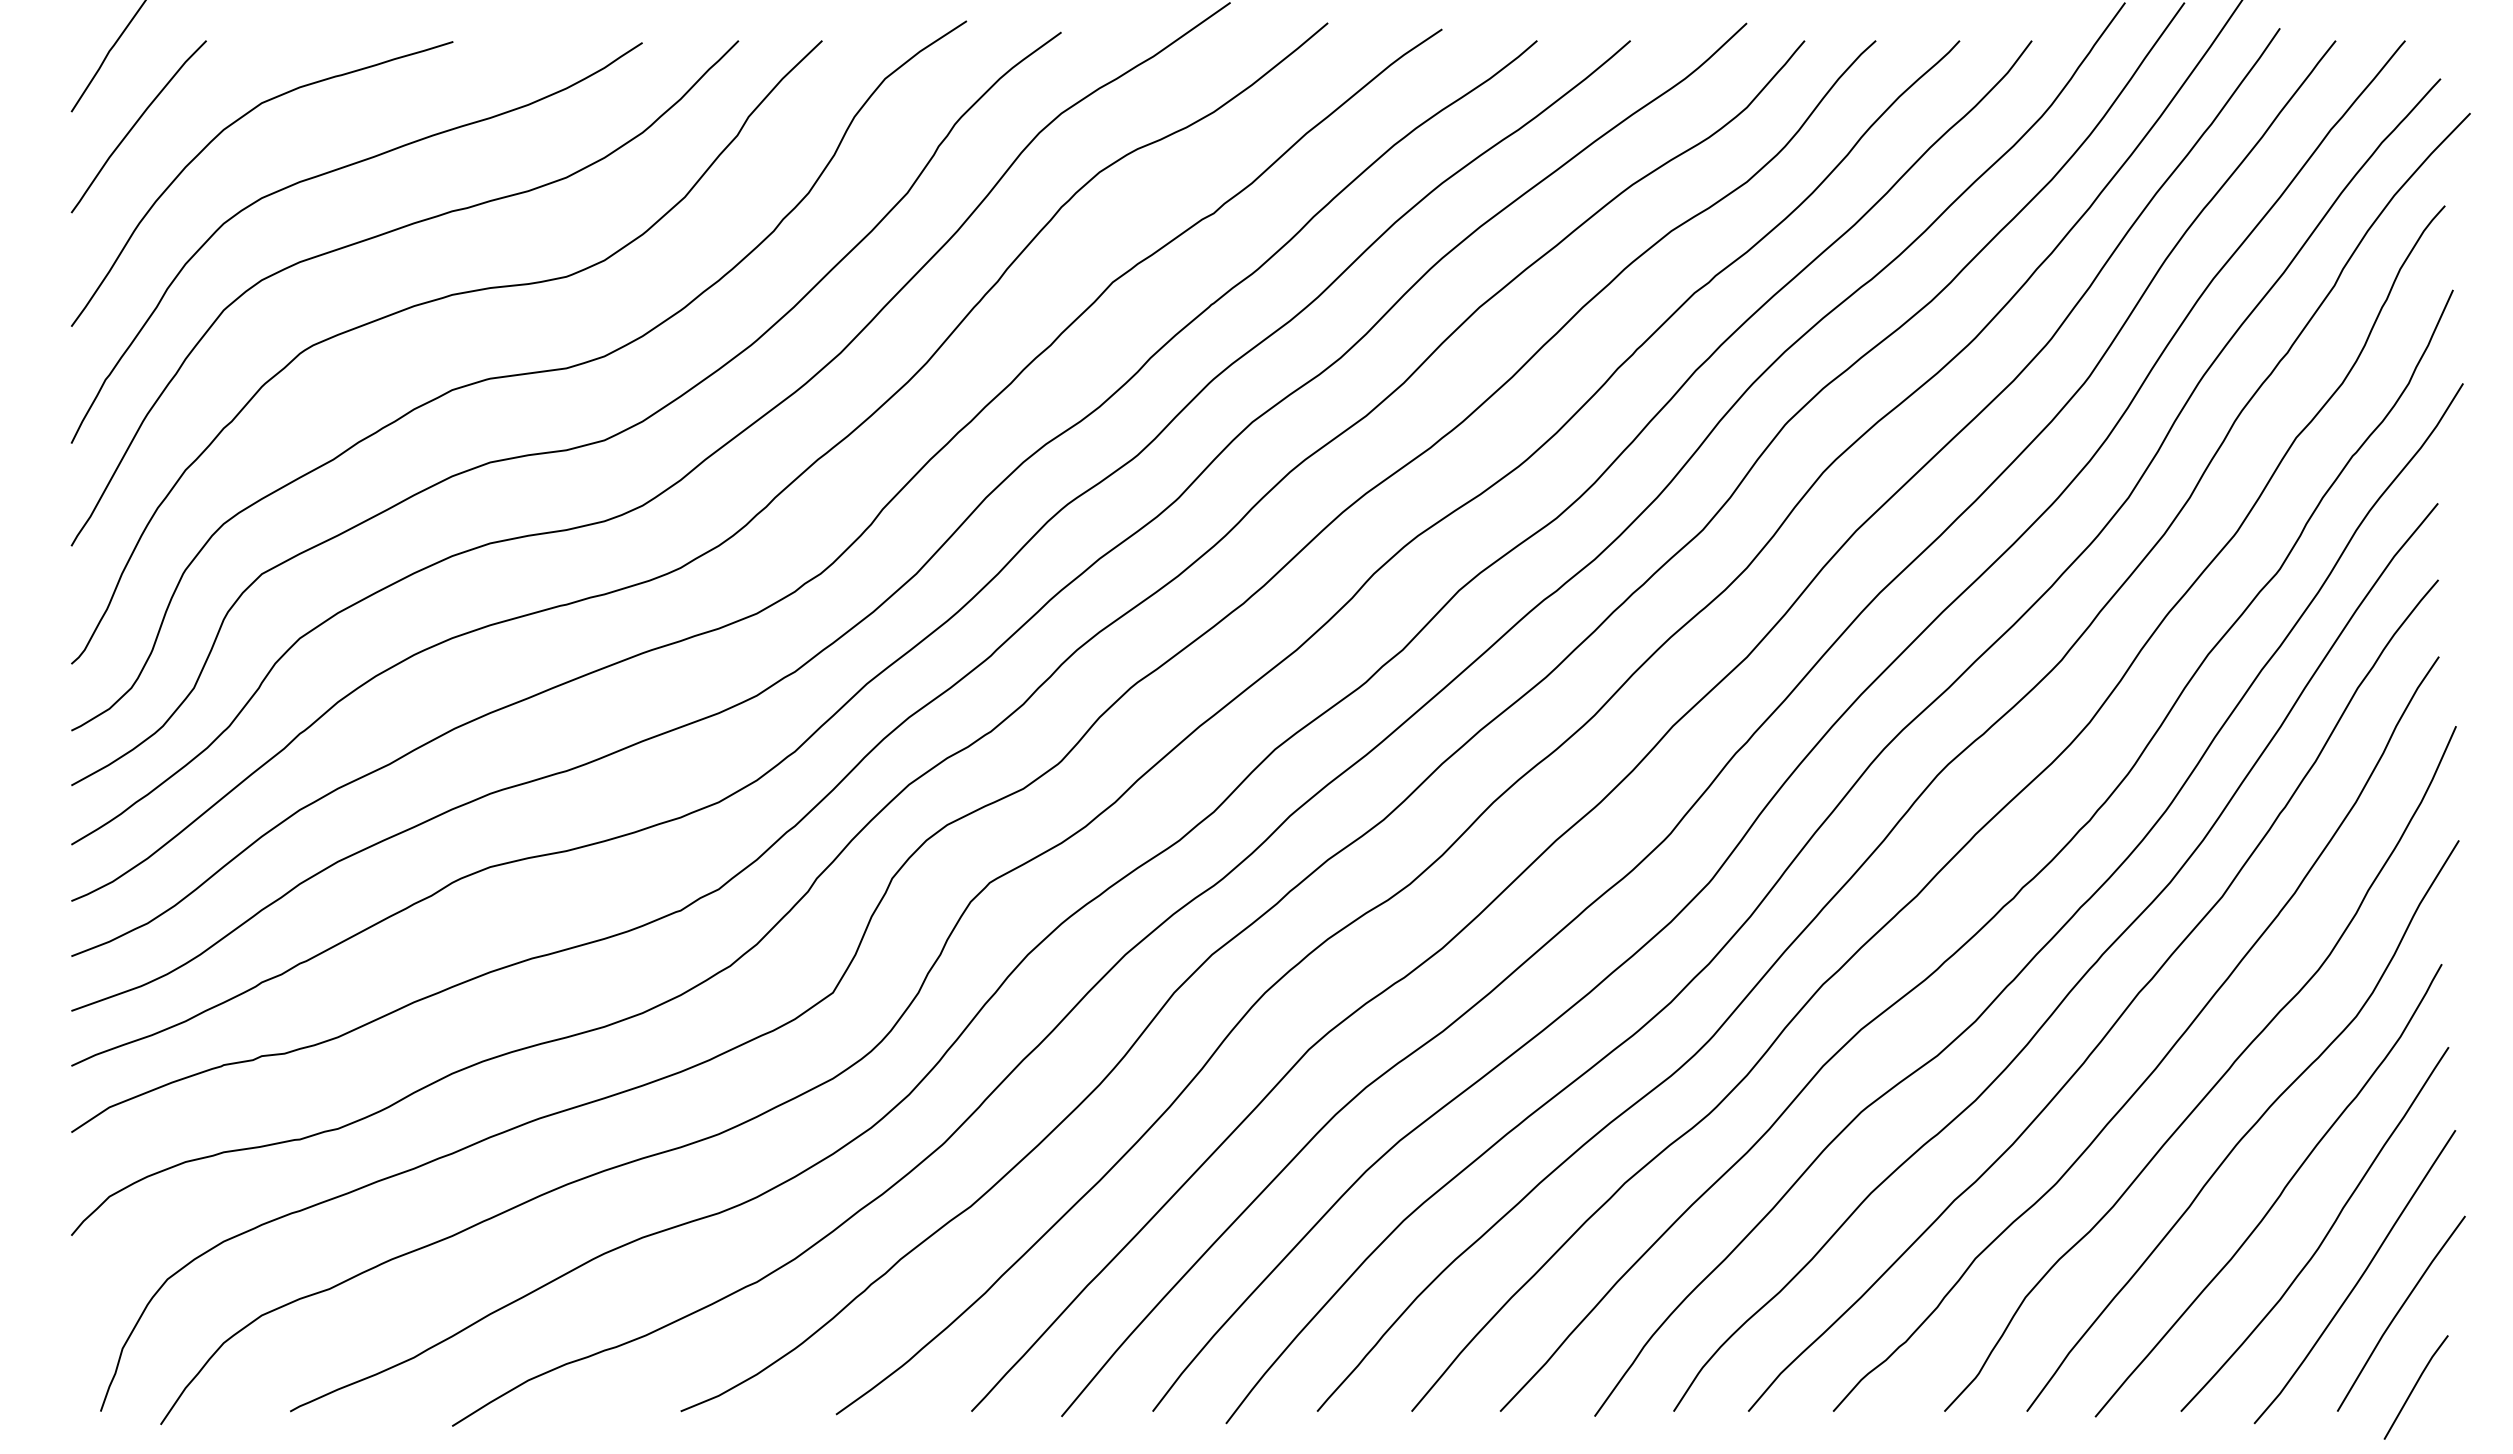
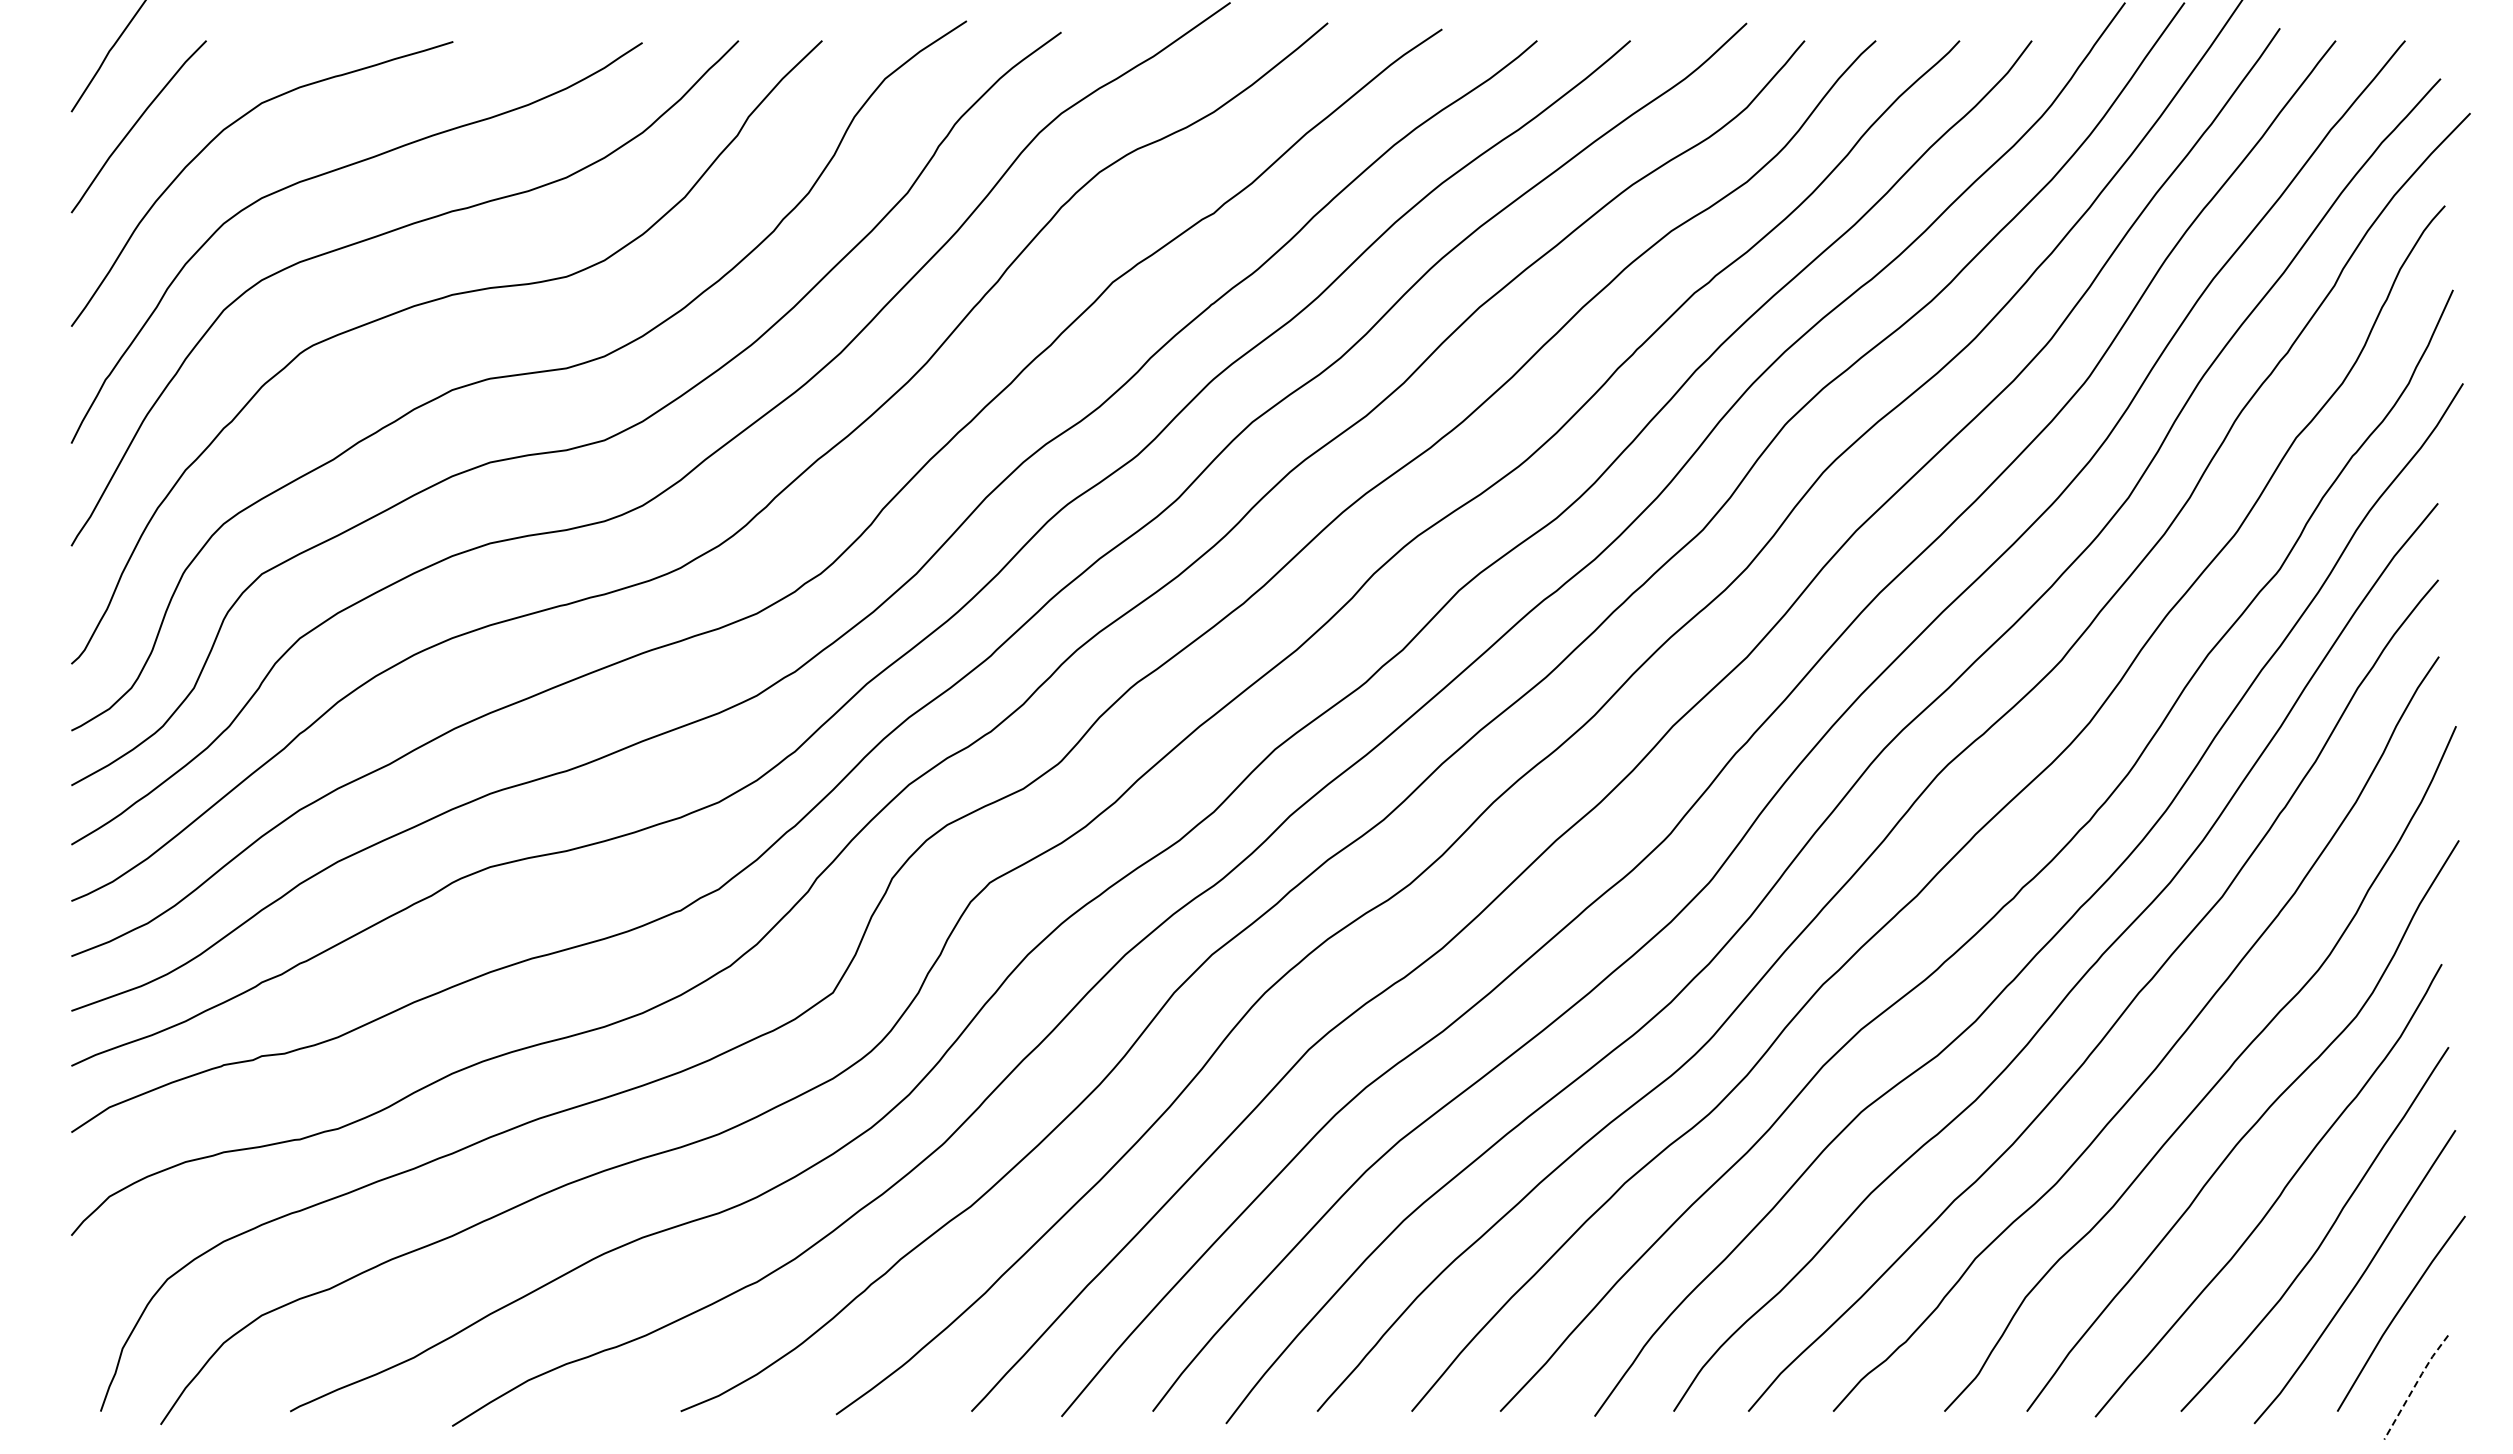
line at (2415, 1385): solid -> dashed
